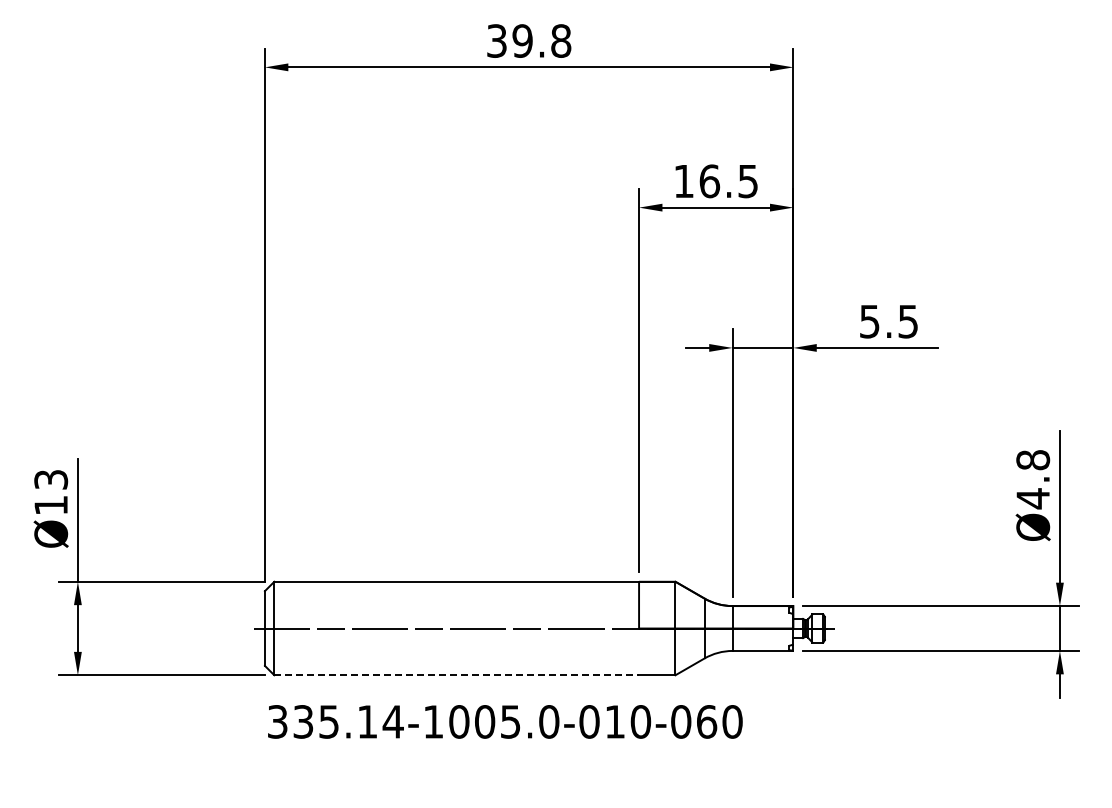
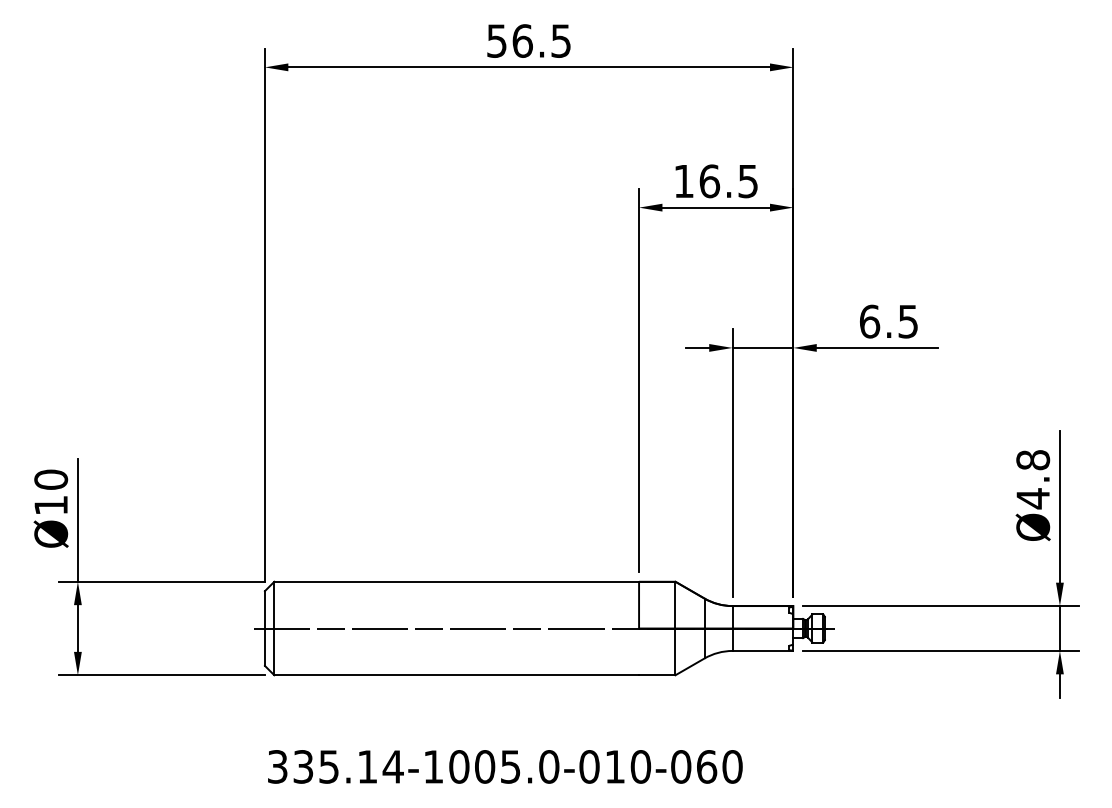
text at (529, 40): 39.8 -> 56.5
text at (869, 321): 5.5 -> 6.5
text at (51, 479): Ø13 -> Ø10
line at (457, 675): dashed -> solid
text at (505, 721) position: (505, 721) -> (505, 766)
